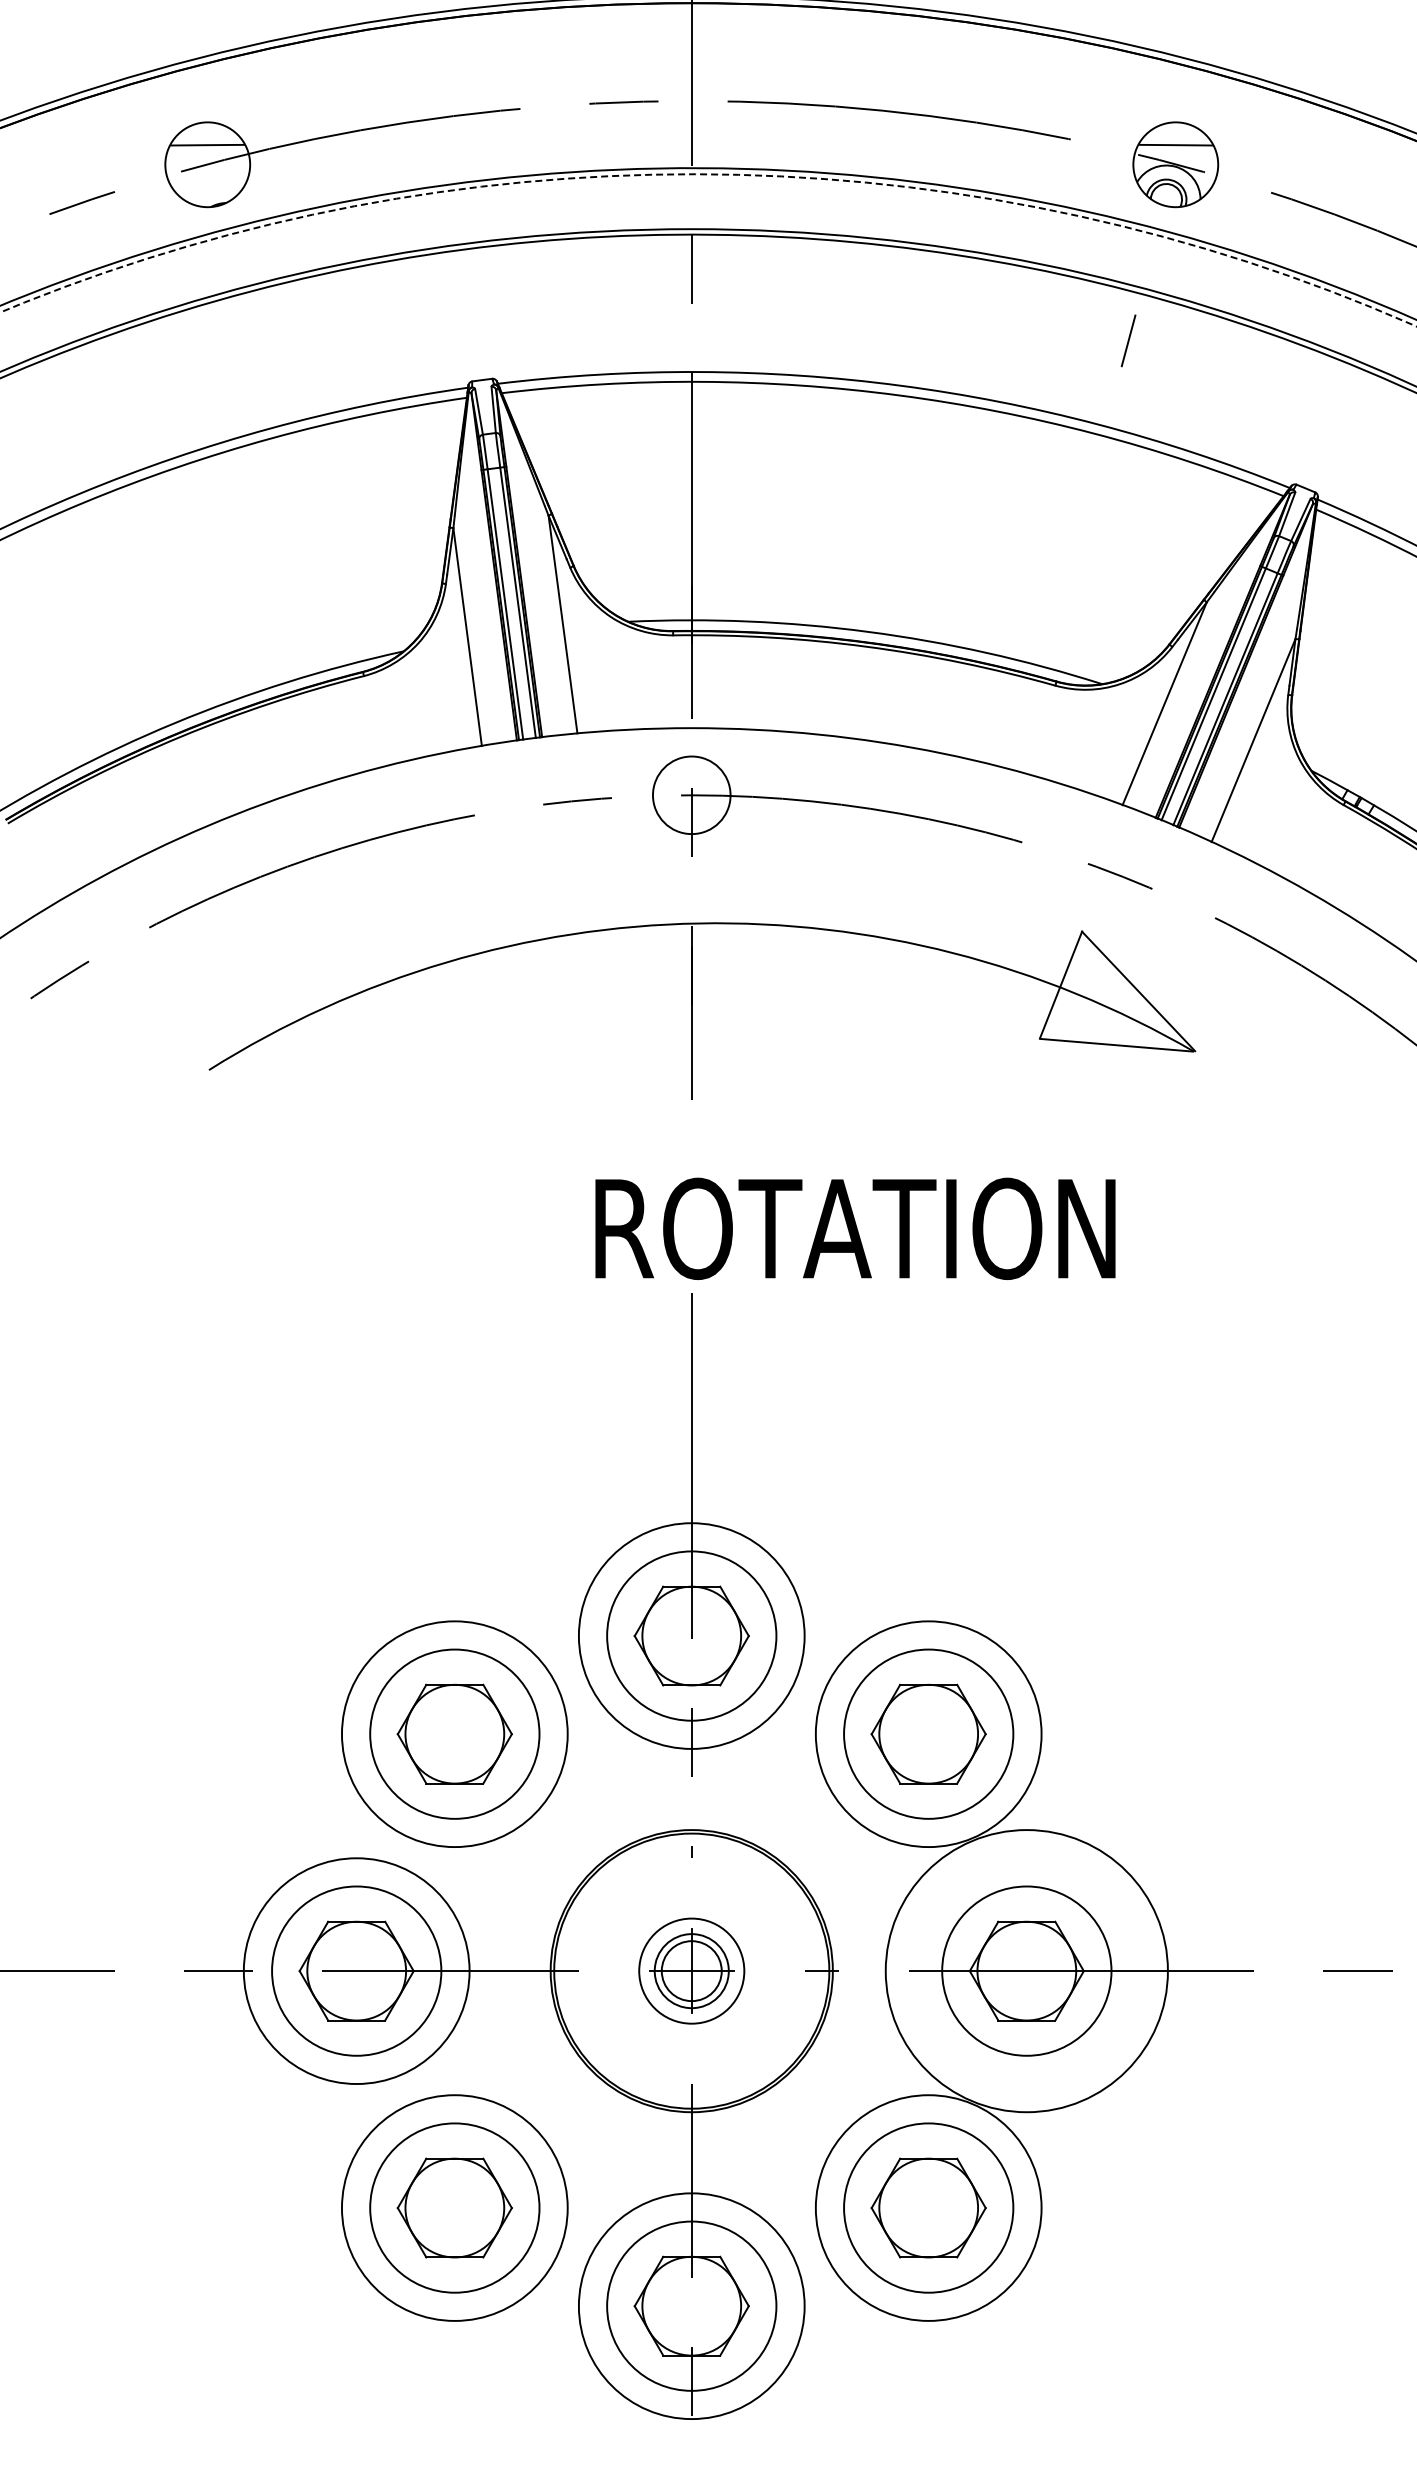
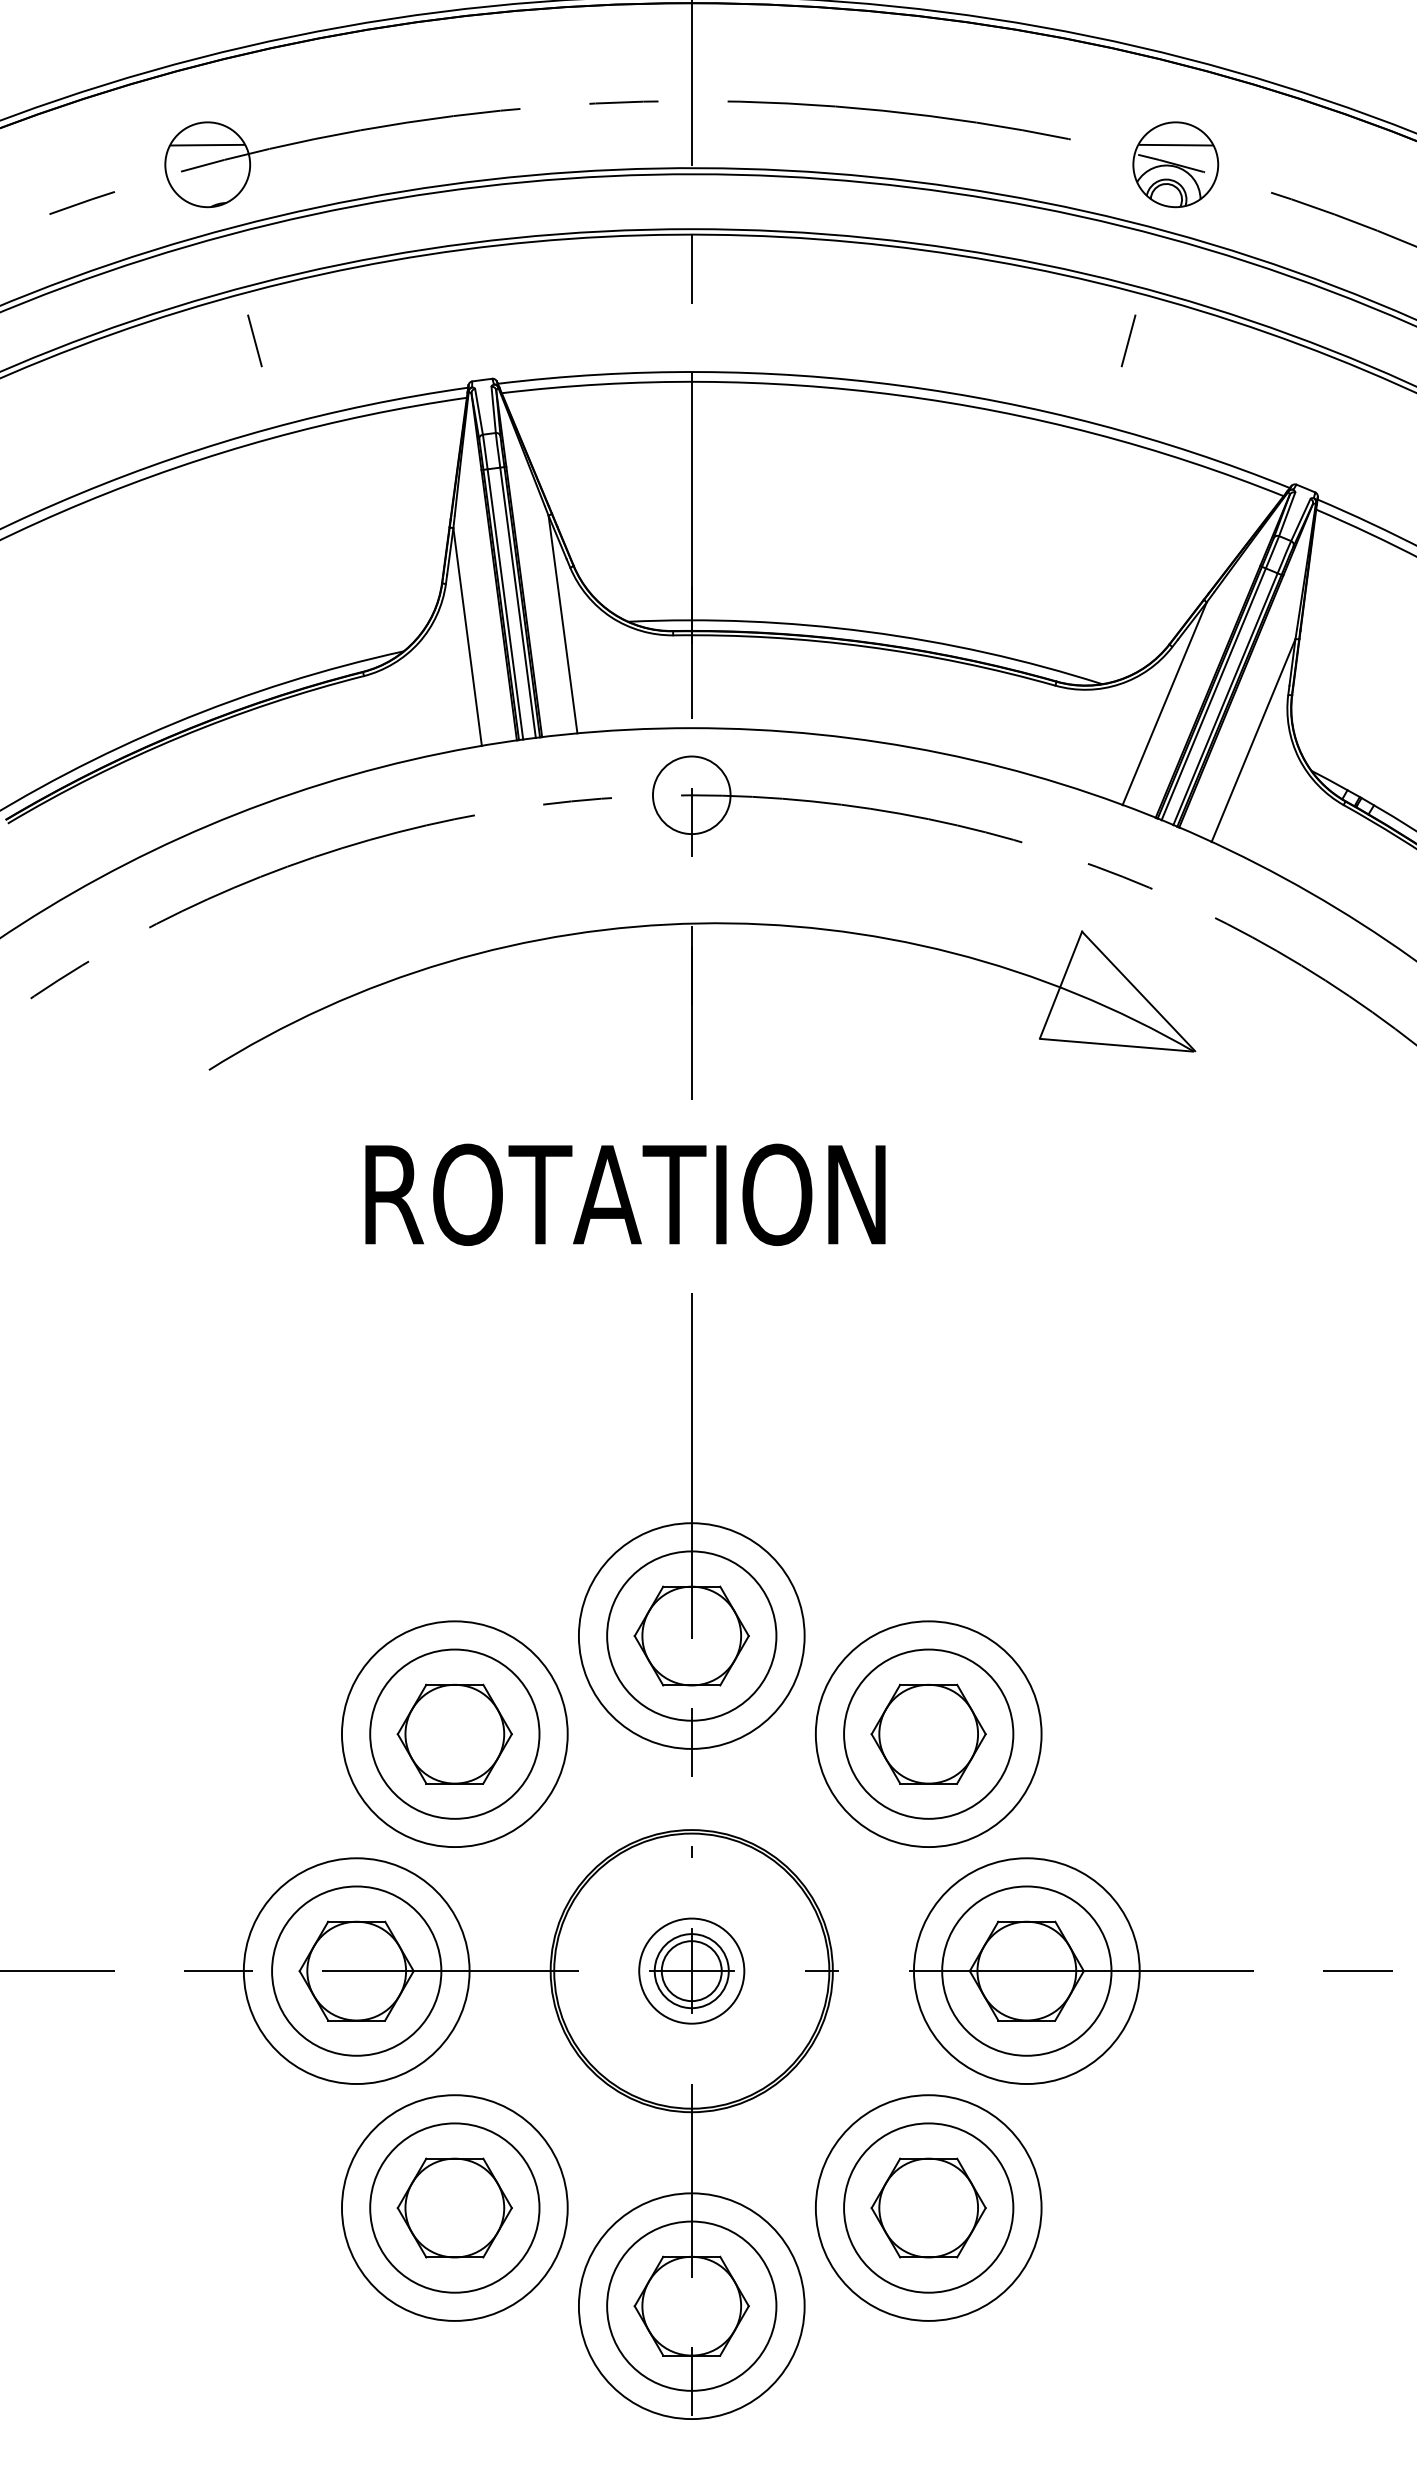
arc at (715, 174): dashed -> solid
line at (254, 340): none -> present
text at (855, 1228) position: (855, 1228) -> (625, 1194)
circle at (1026, 1971) diameter: 282 px -> 226 px
